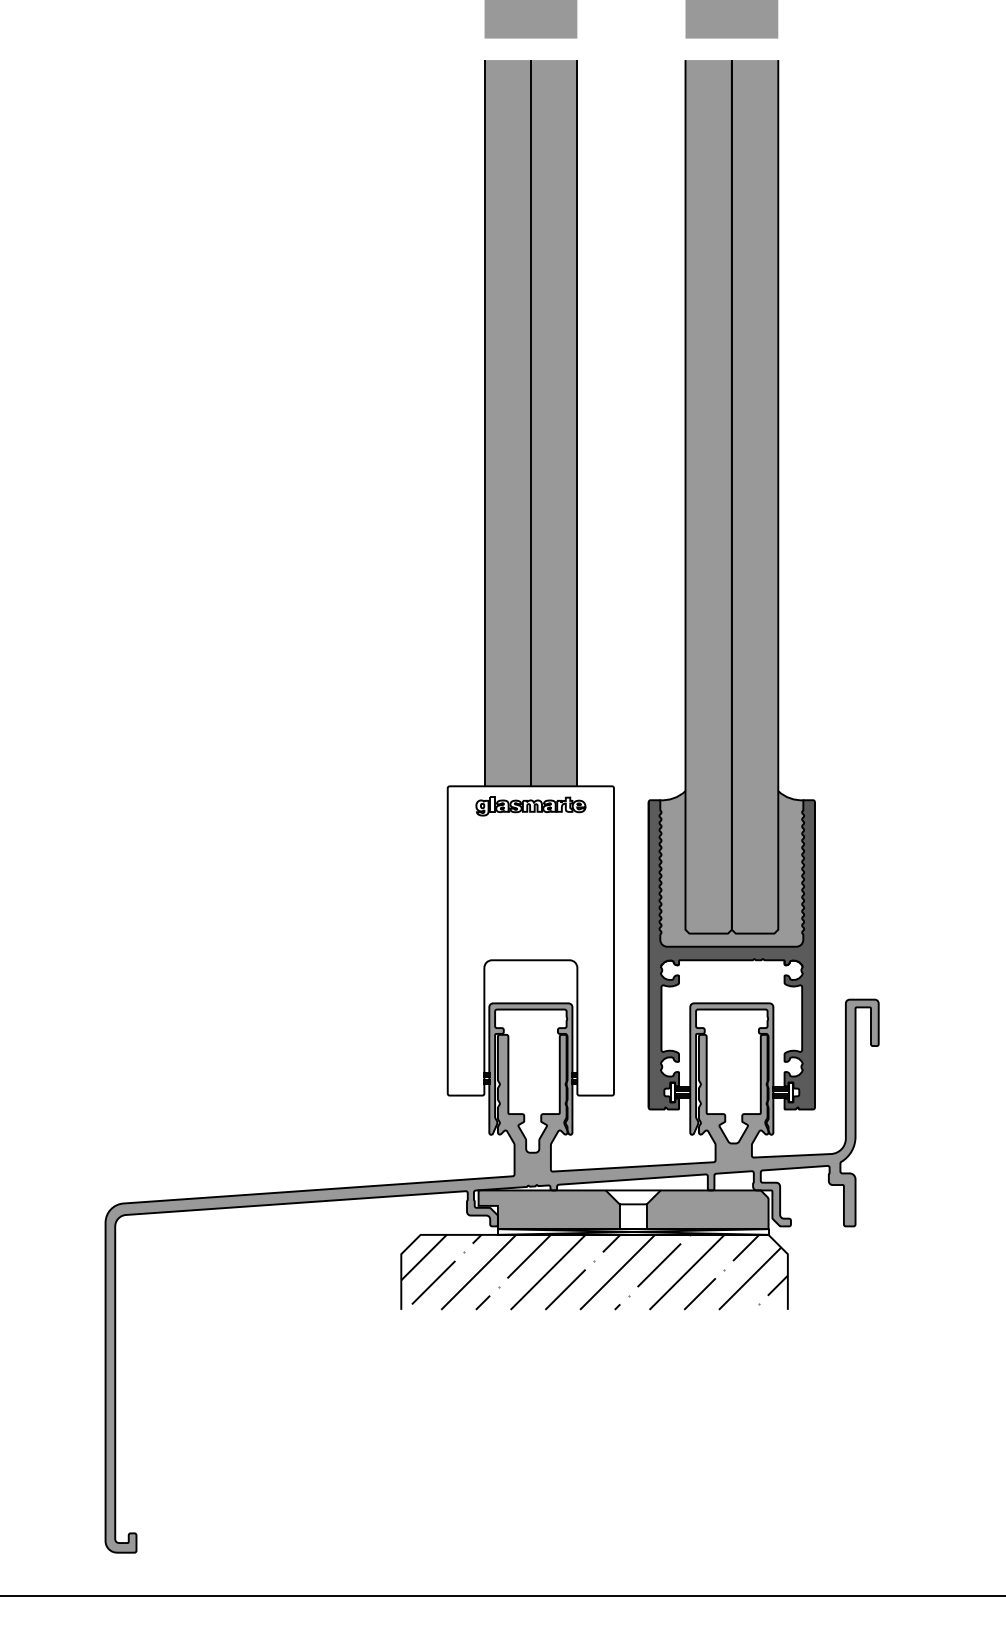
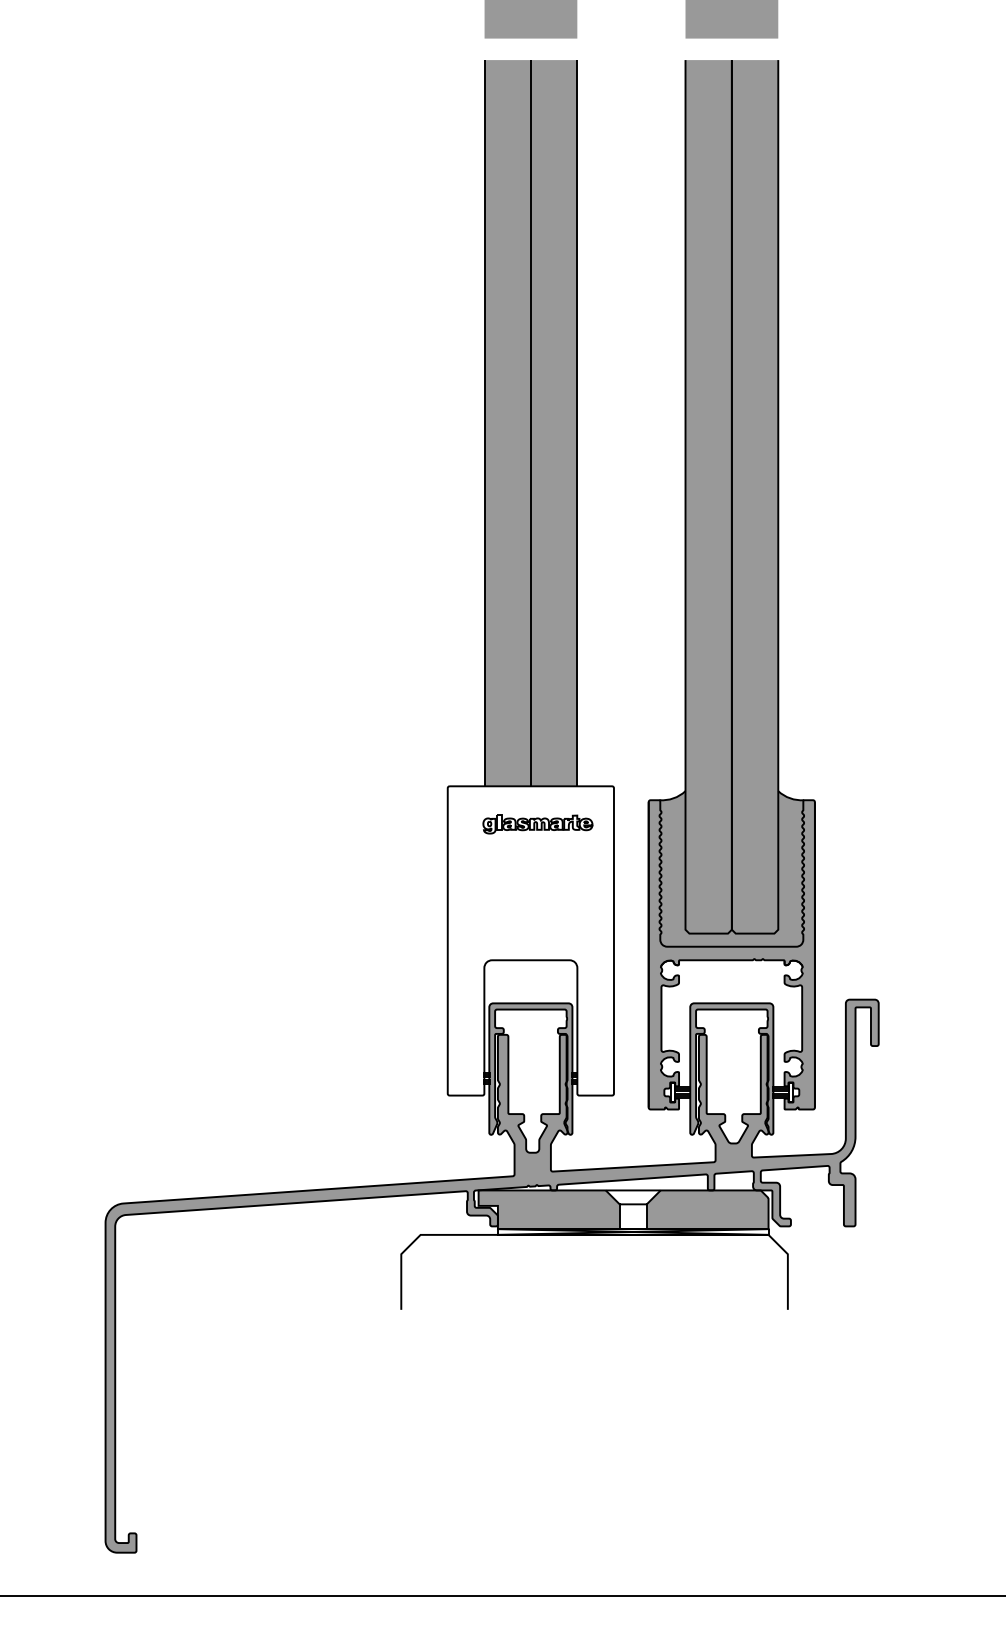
part at (530, 806) position: (530, 806) -> (537, 824)
fill at (731, 954): present -> none
hatch at (594, 1271): present -> none
